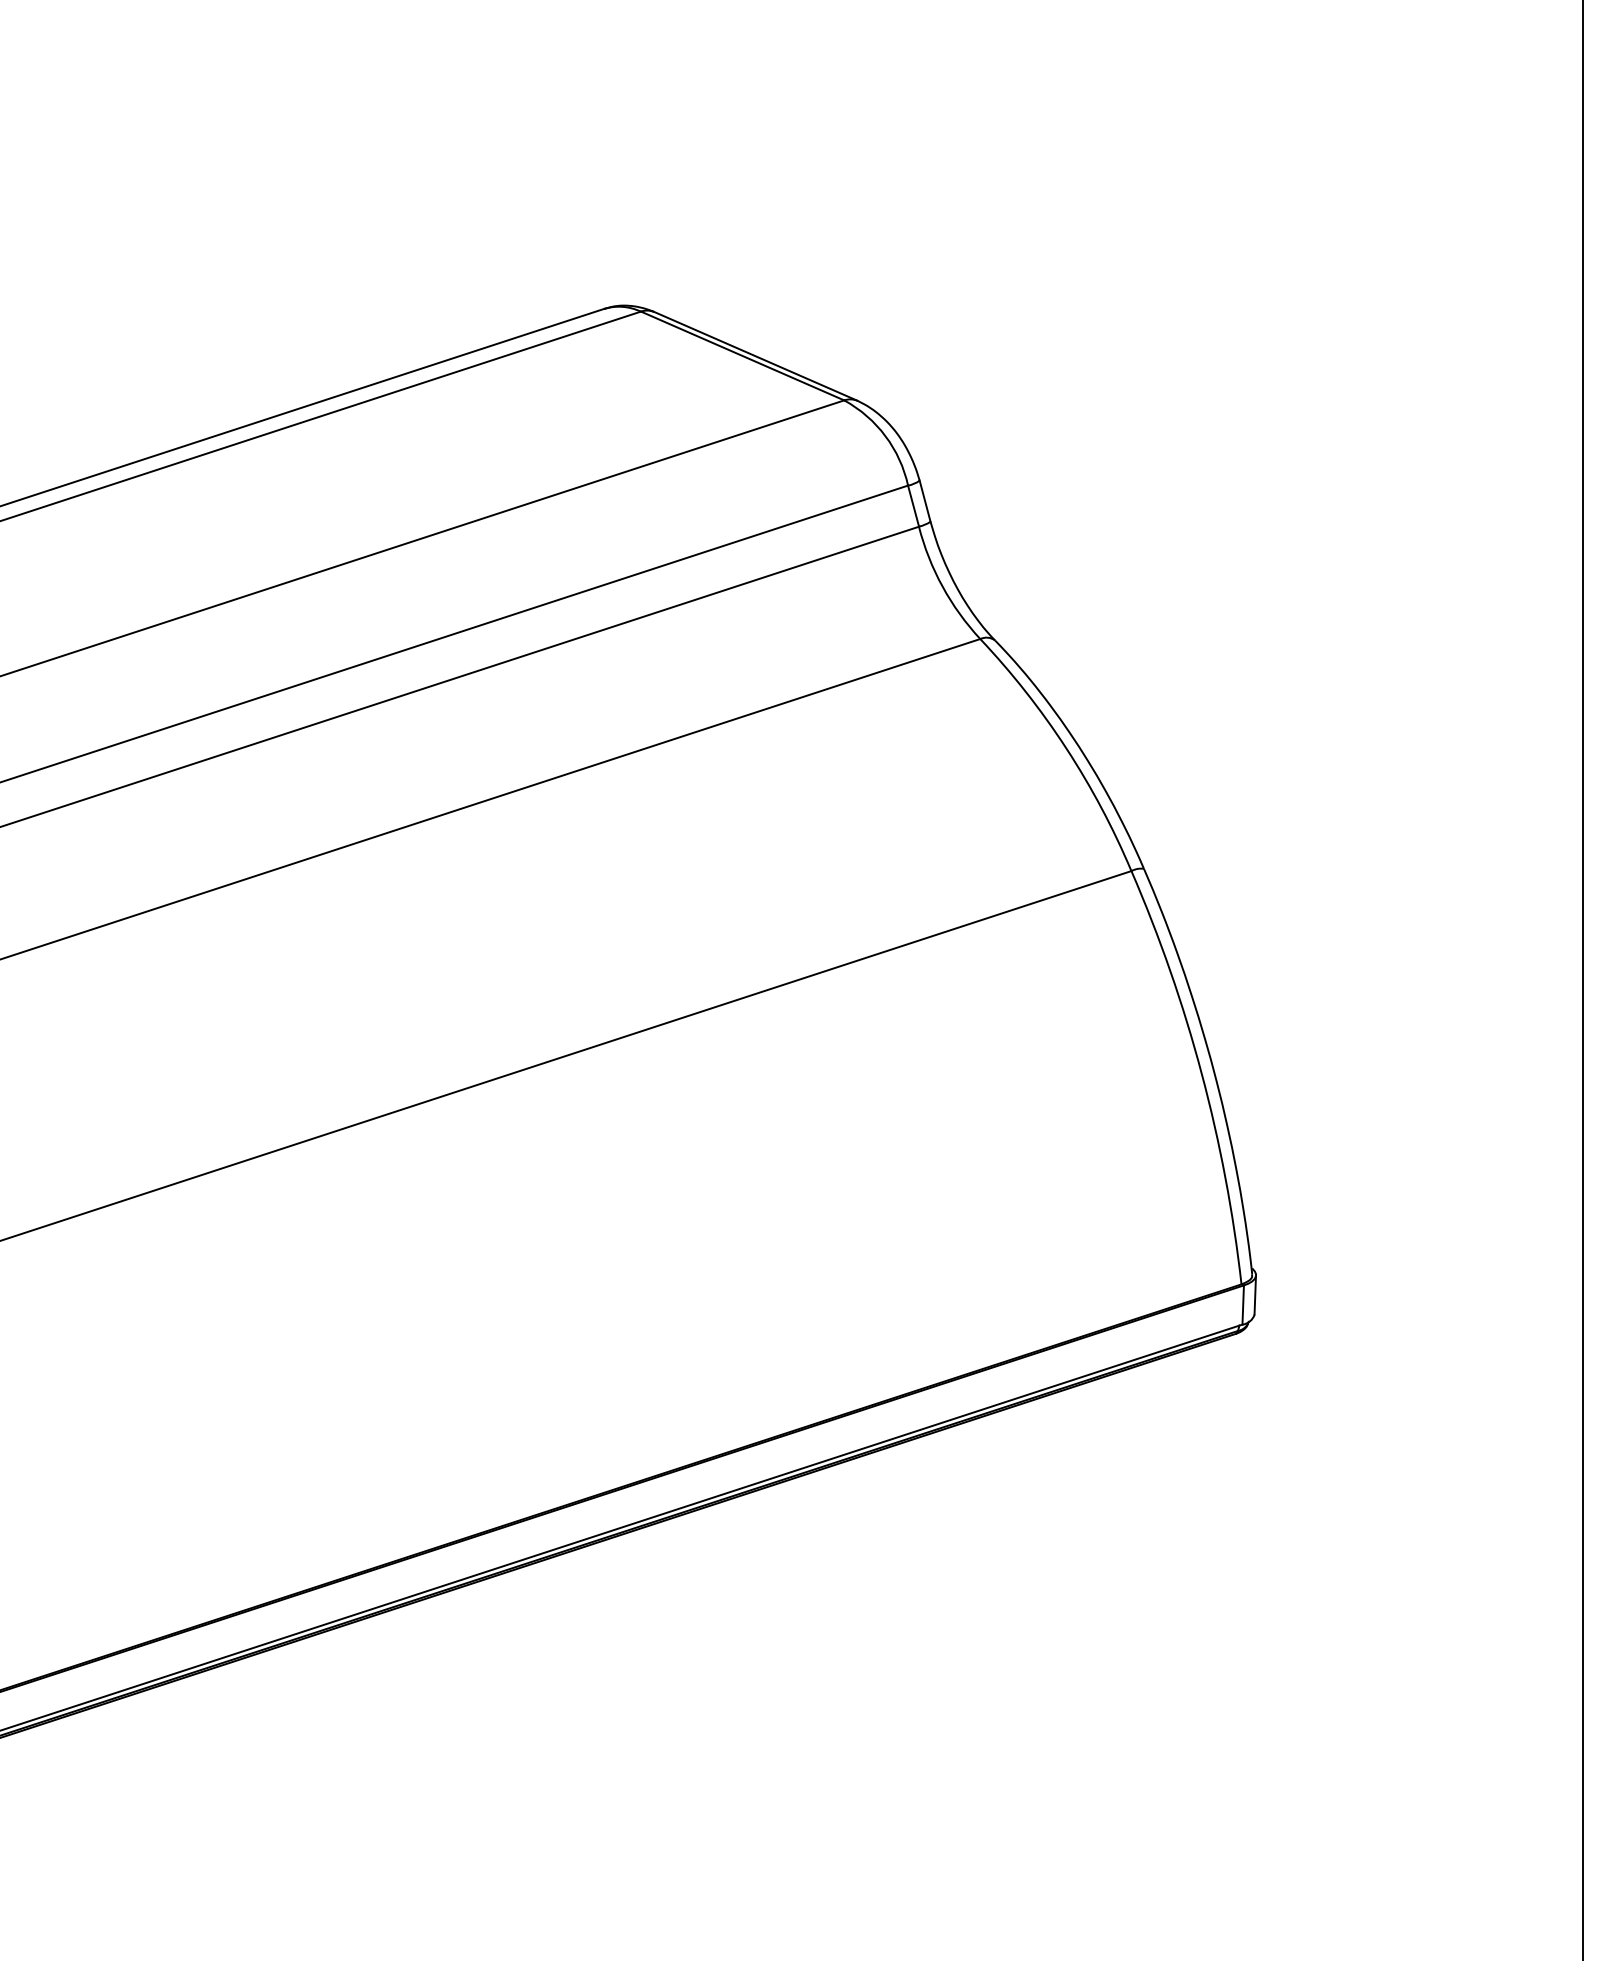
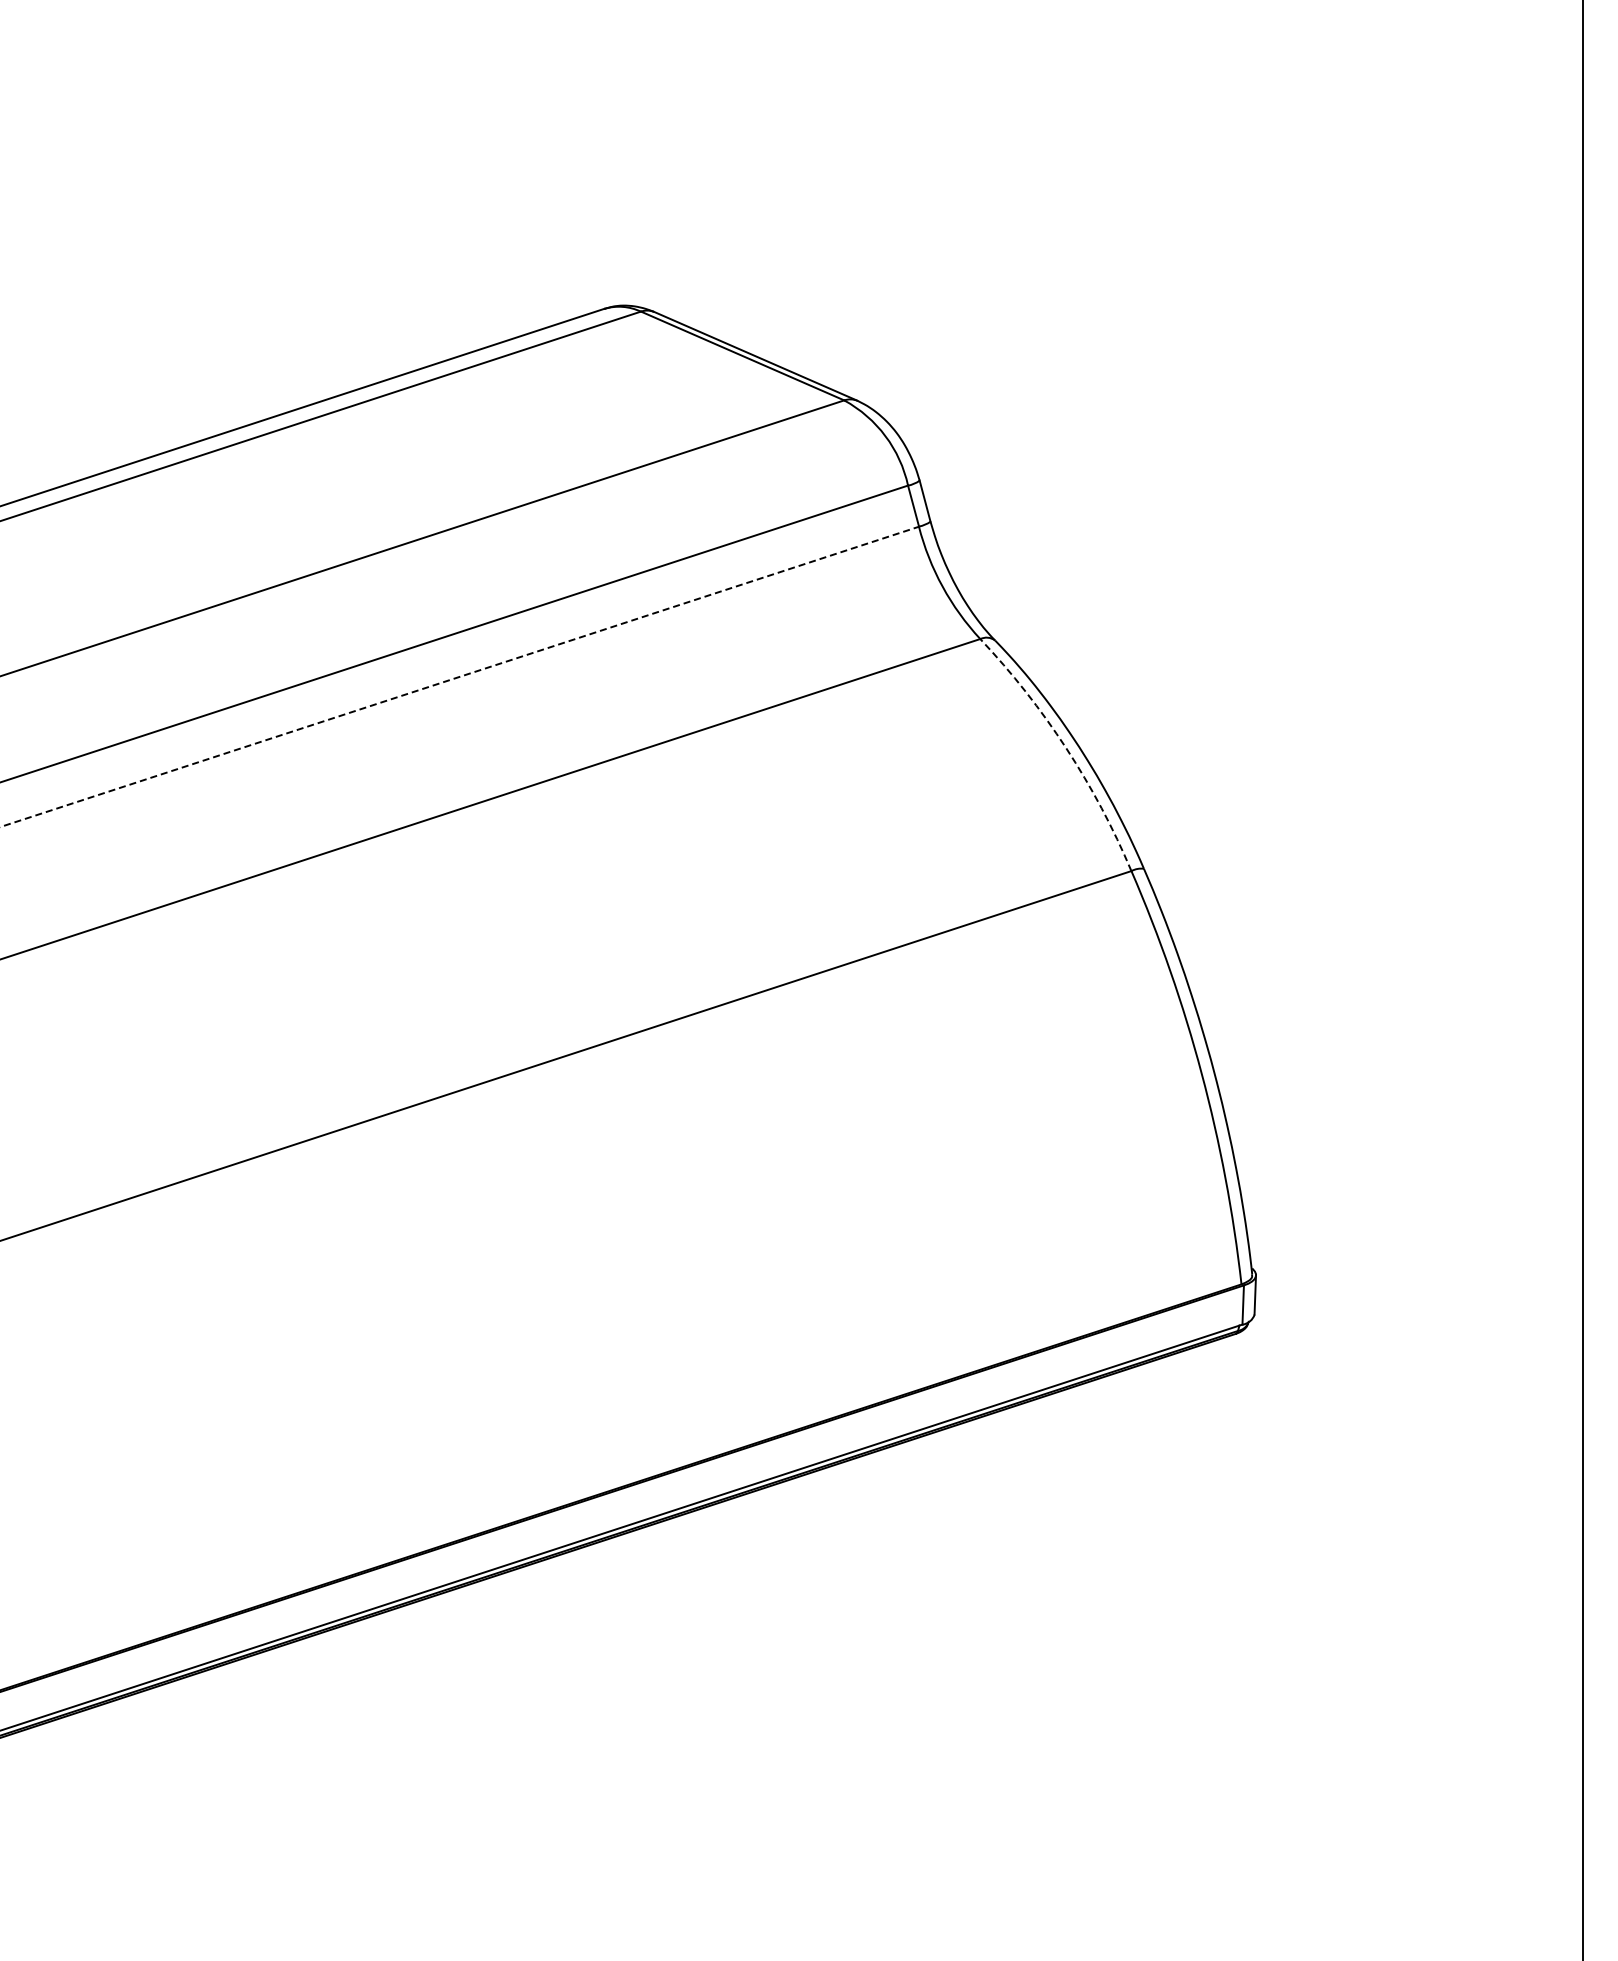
line at (460, 676): solid -> dashed
arc at (1066, 748): solid -> dashed
